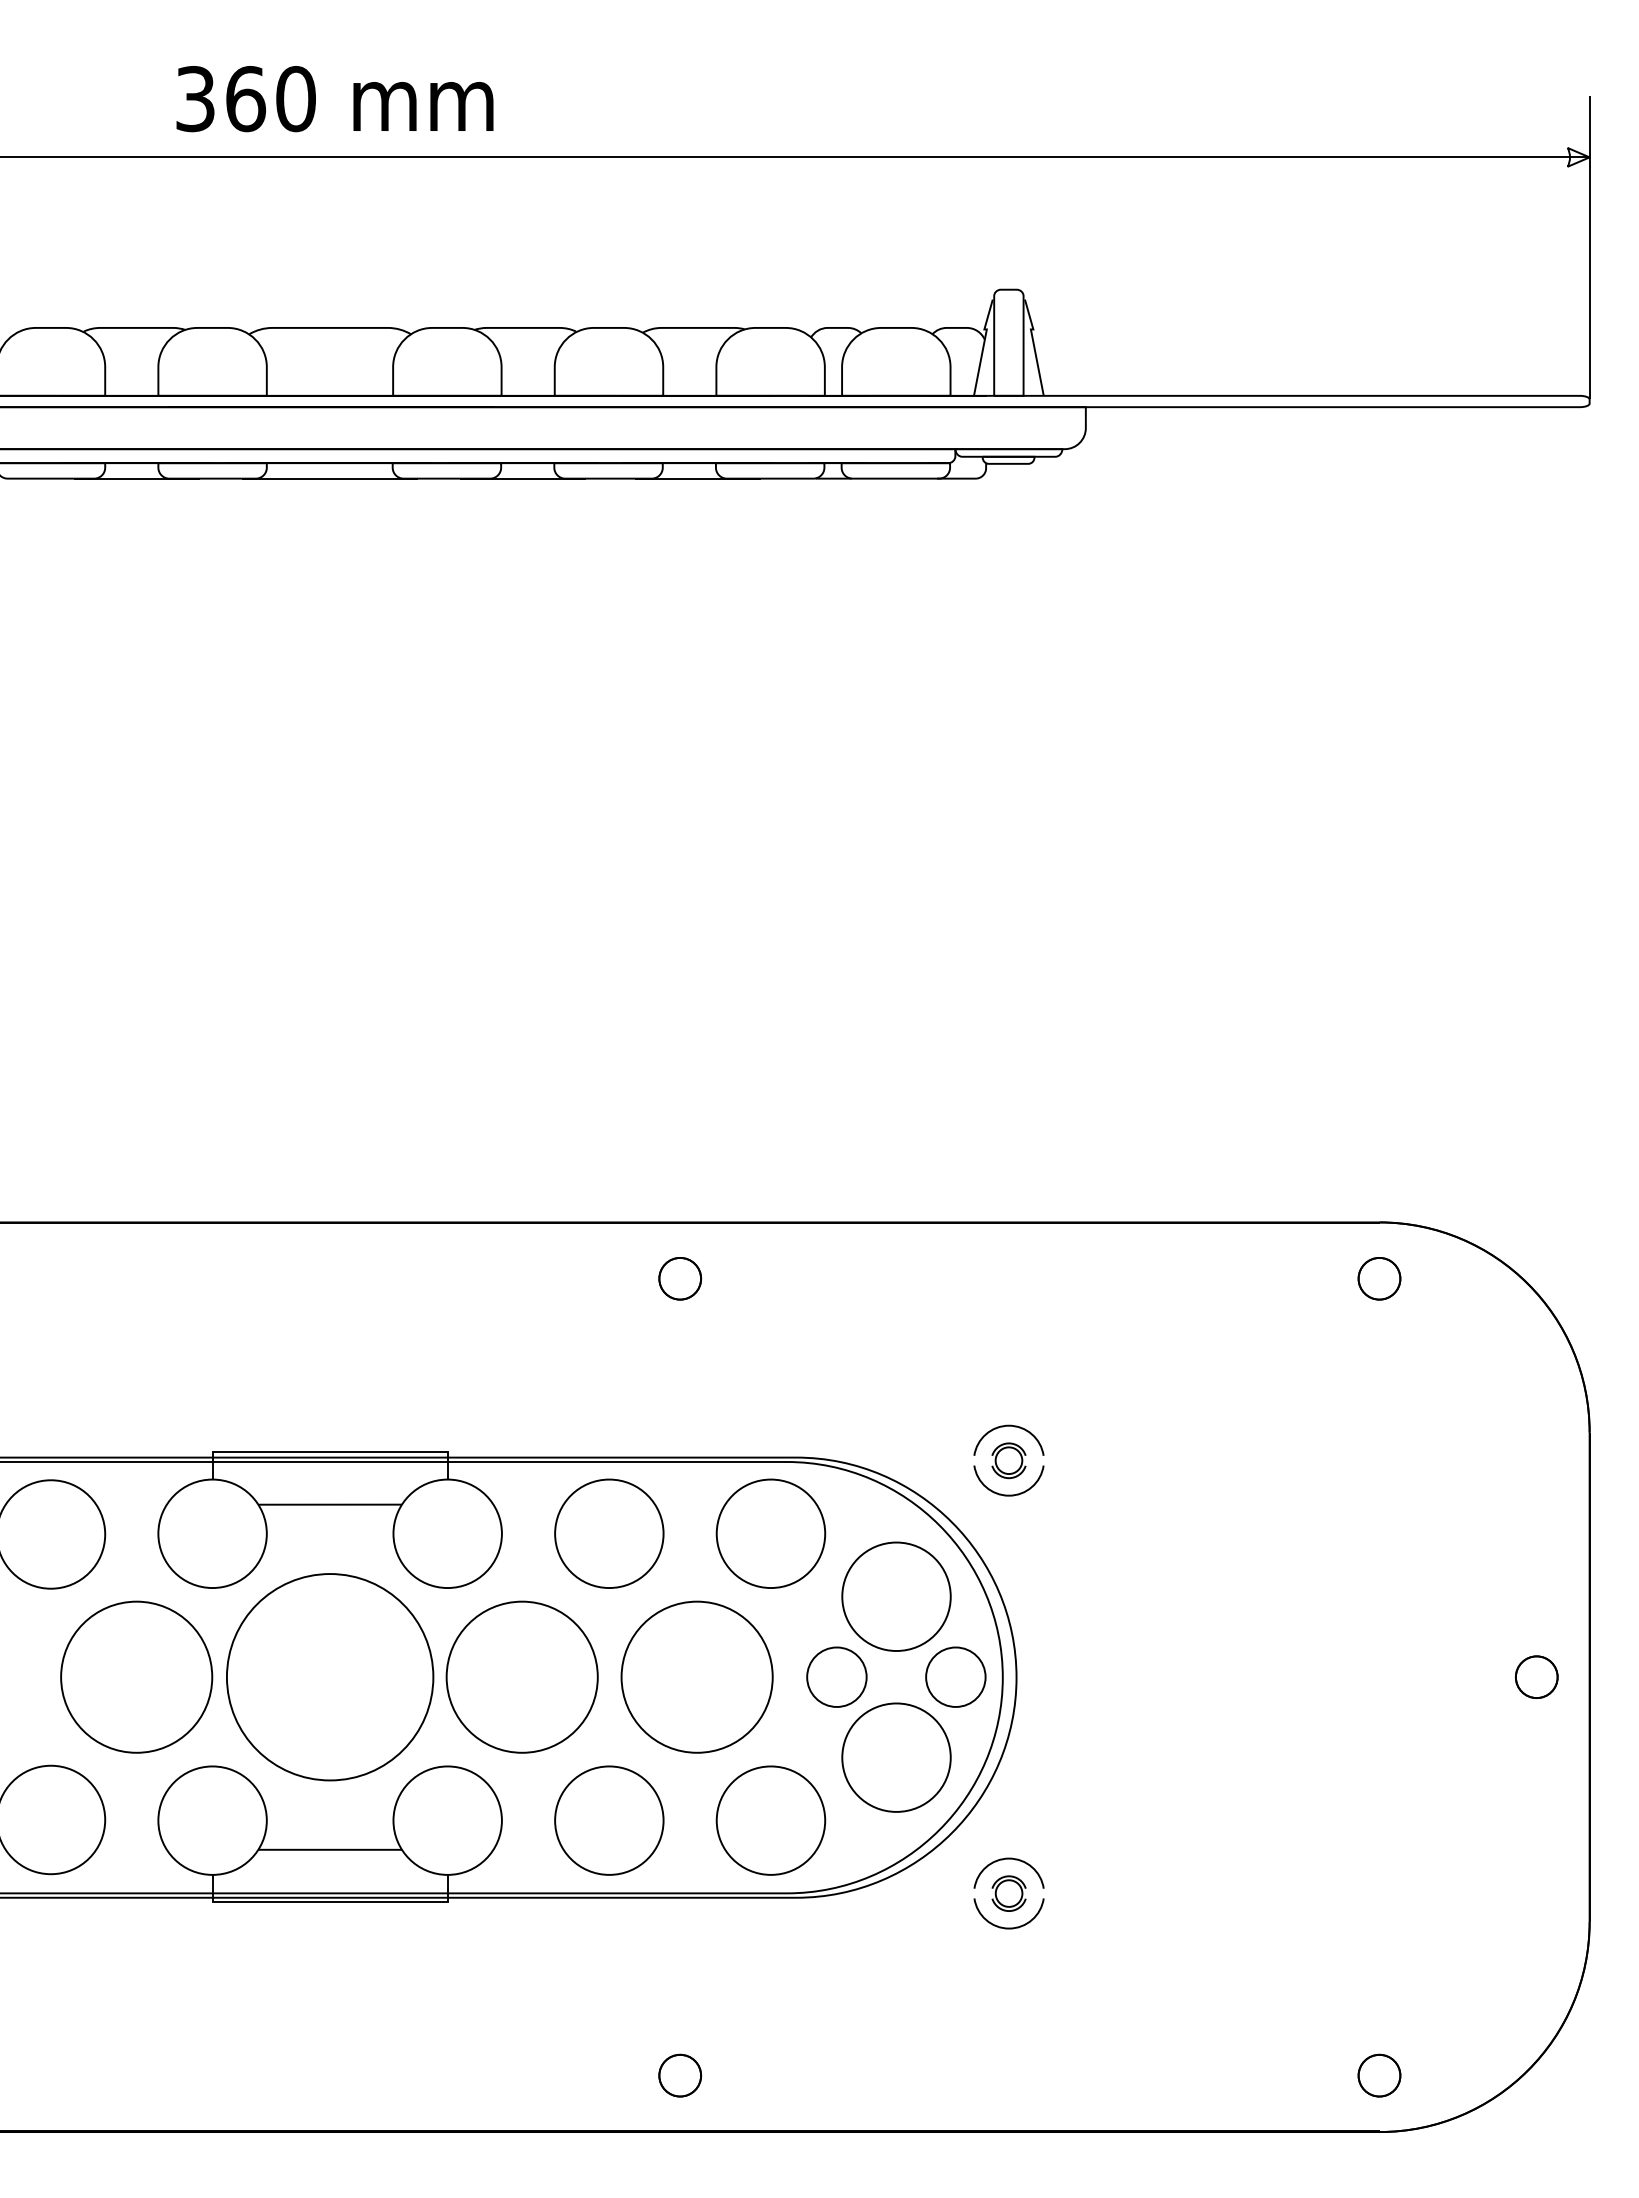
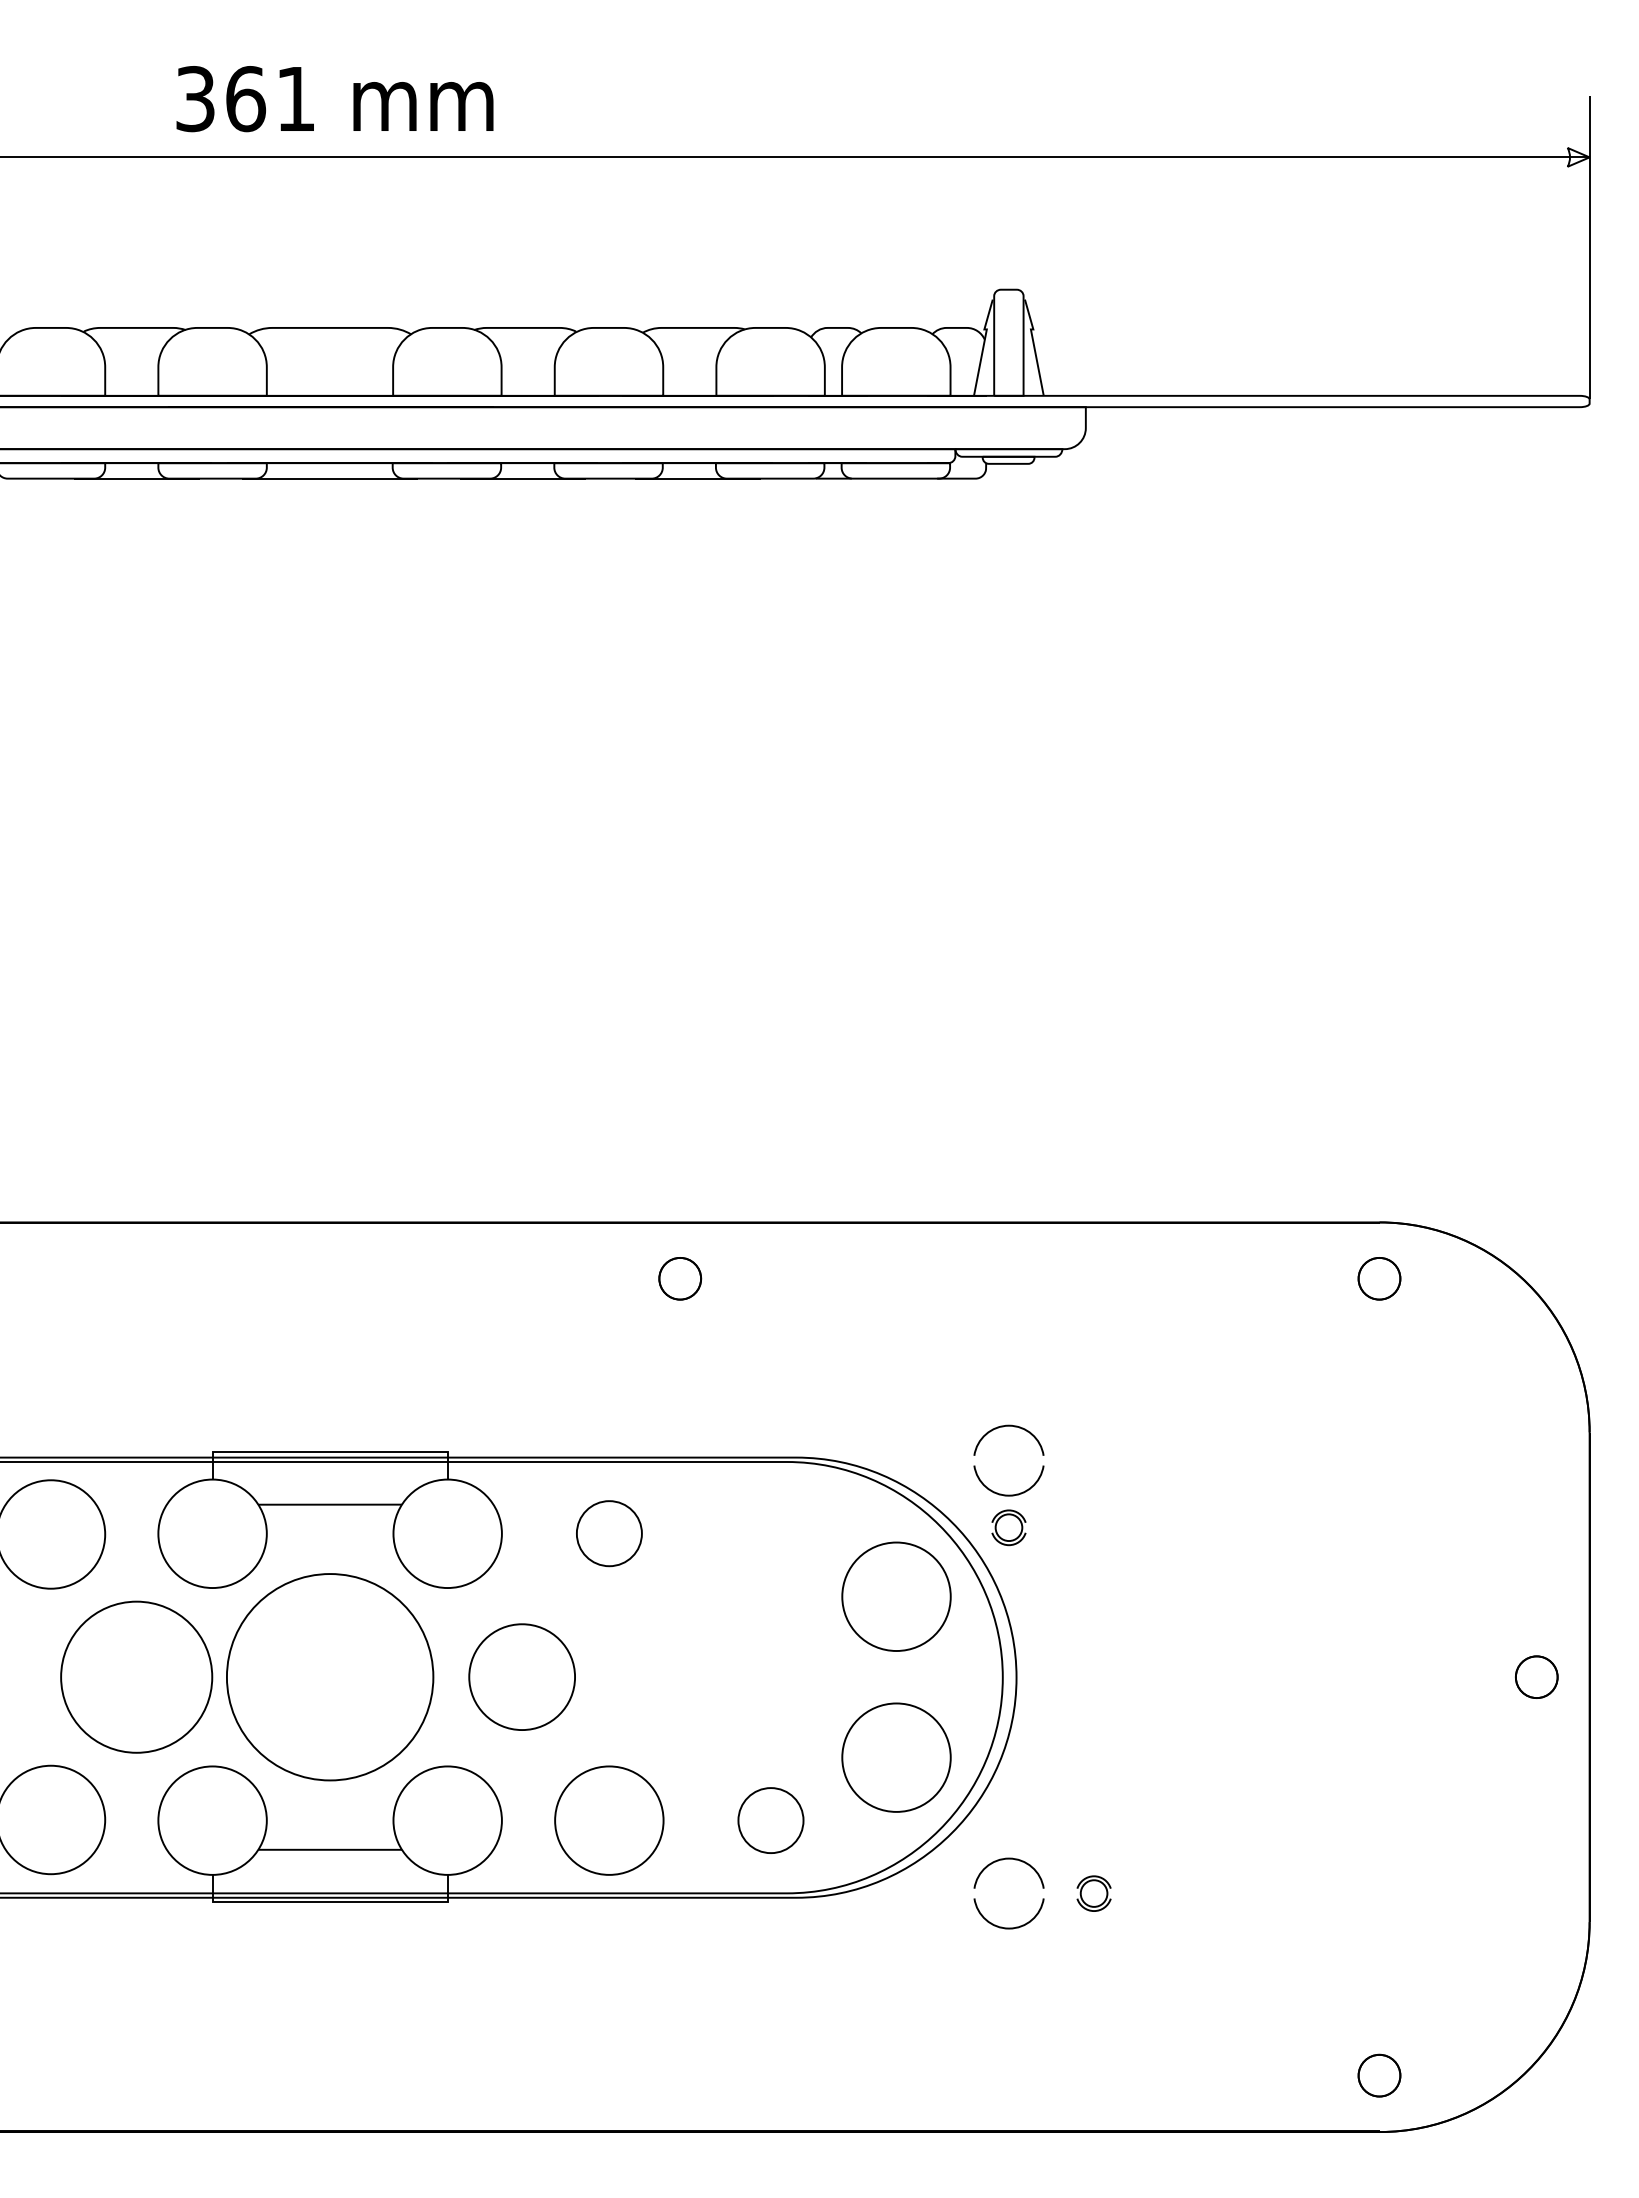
text at (295, 99): 360 -> 361
part at (1008, 1460) position: (1008, 1460) -> (1008, 1527)
part at (609, 1533) size: 111x111 px -> 67x68 px
part at (770, 1533): present -> none
part at (521, 1676) size: 154x154 px -> 108x108 px
part at (696, 1676): present -> none
part at (836, 1676): present -> none
part at (955, 1676): present -> none
part at (770, 1820) size: 112x111 px -> 68x67 px
part at (1008, 1893) position: (1008, 1893) -> (1093, 1893)
part at (680, 2075): present -> none
